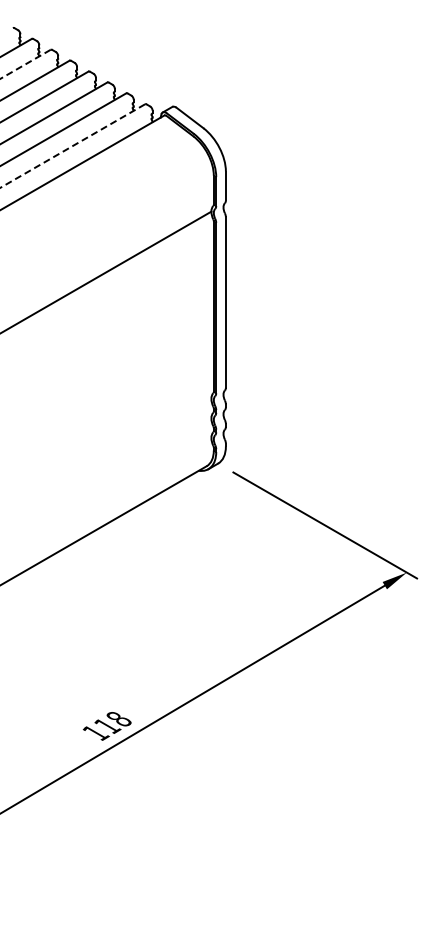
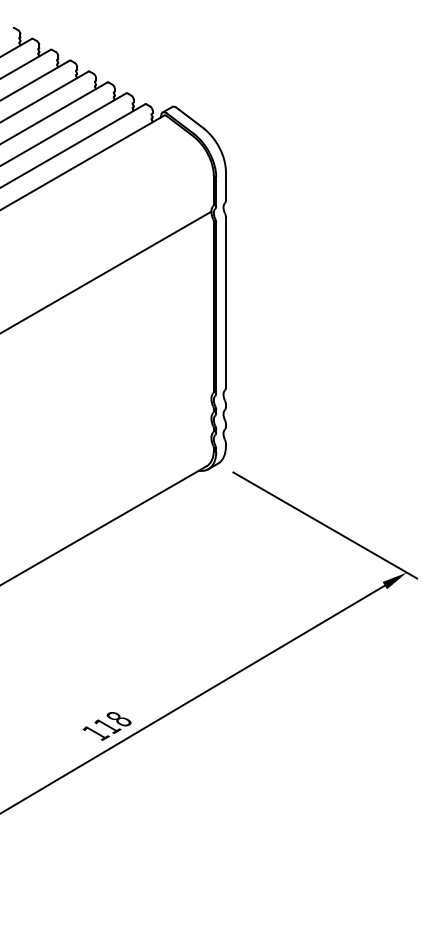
line at (25, 64): dashed -> solid
line at (72, 146): dashed -> solid
